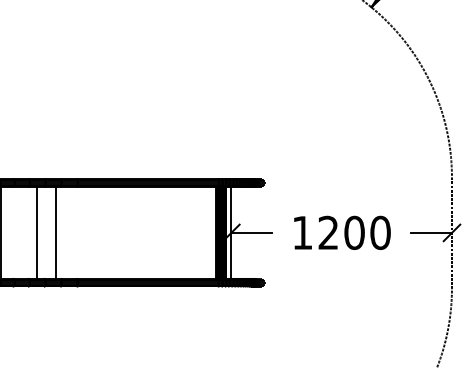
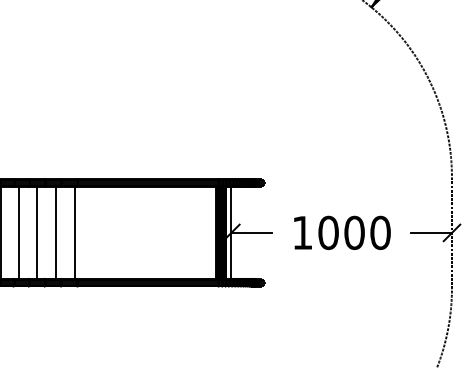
line at (18, 232): none -> present
line at (74, 232): none -> present
text at (328, 232): 1200 -> 1000
